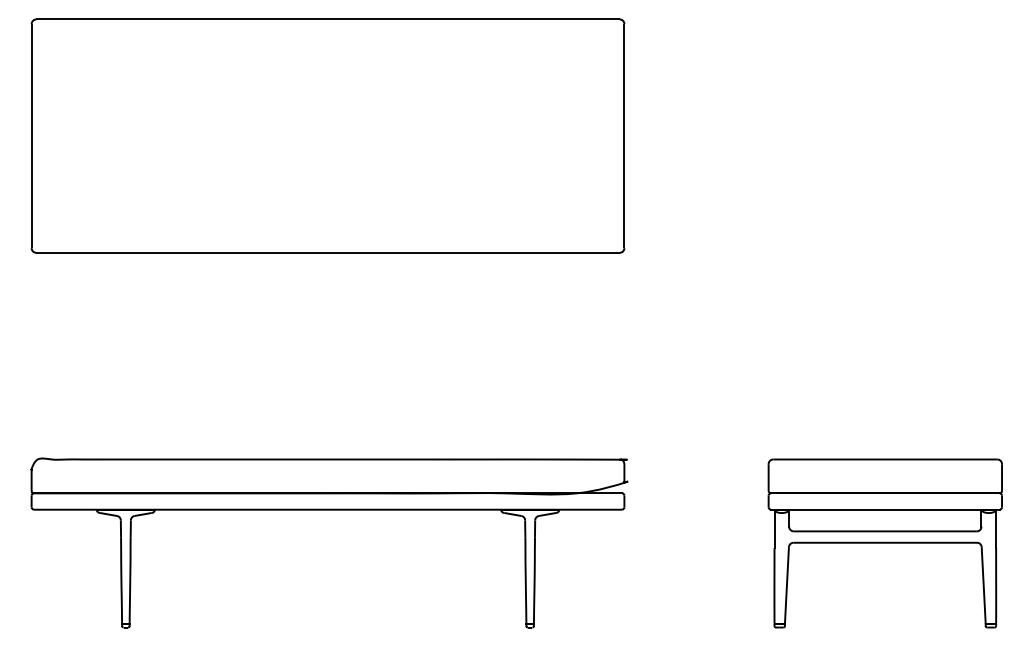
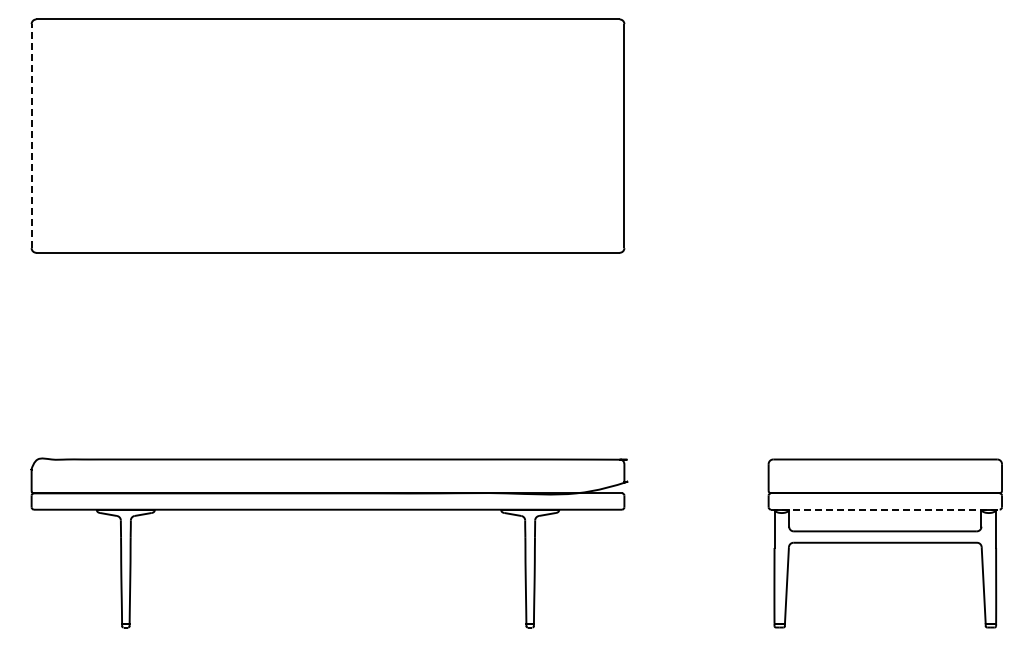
line at (31, 135): solid -> dashed
line at (885, 509): solid -> dashed
